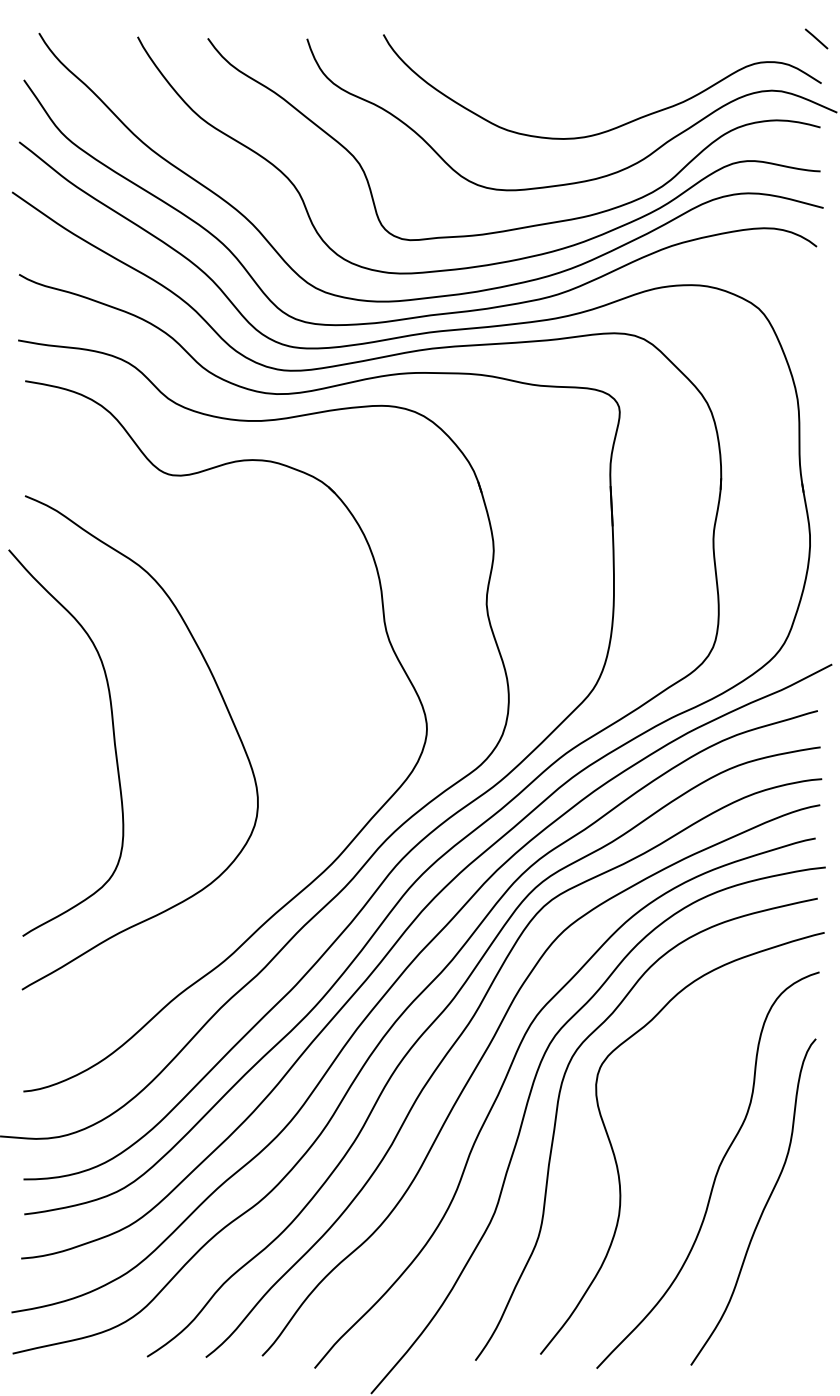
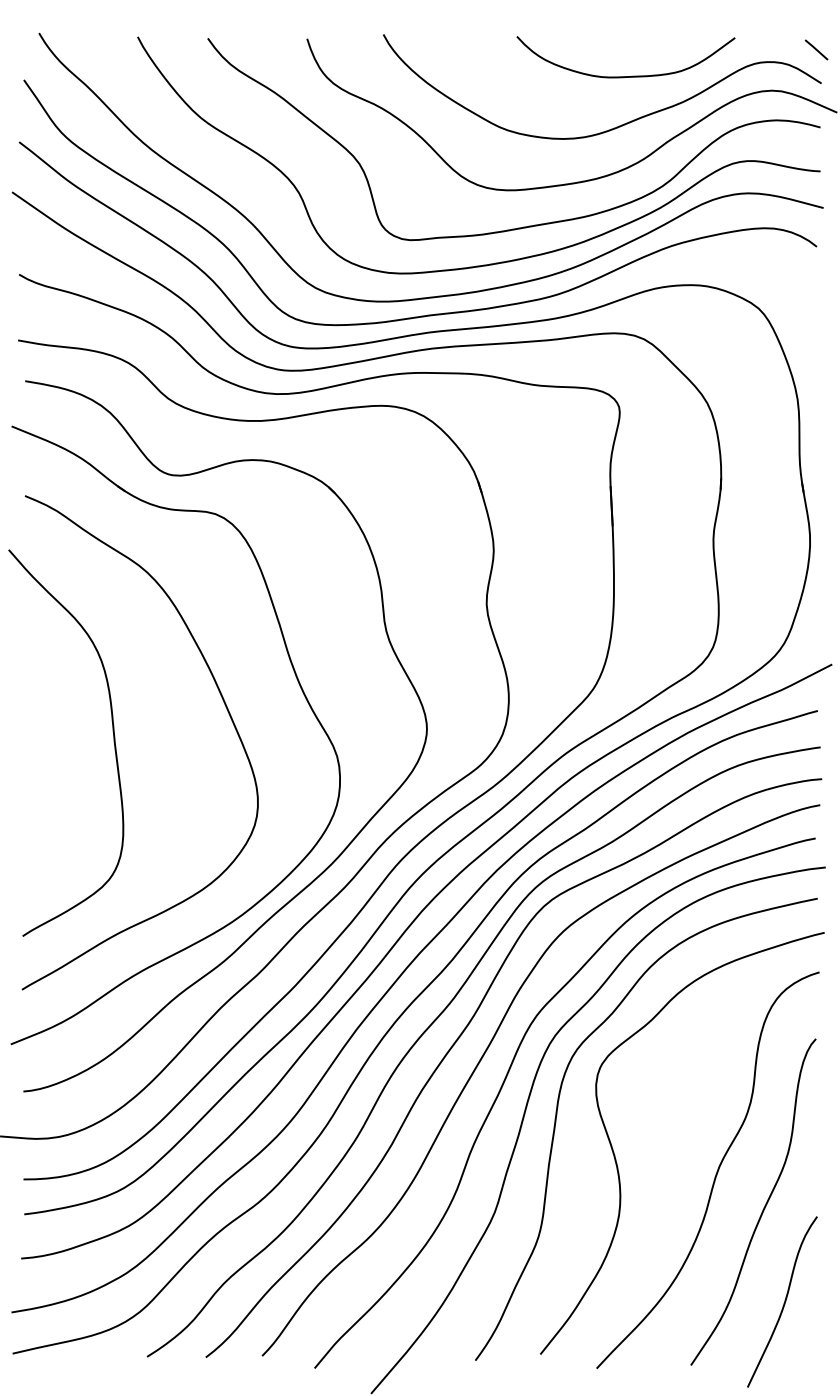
line at (816, 38) position: (816, 38) -> (816, 49)
curve at (625, 76): none -> present
part at (298, 684): none -> present
curve at (784, 1301): none -> present
